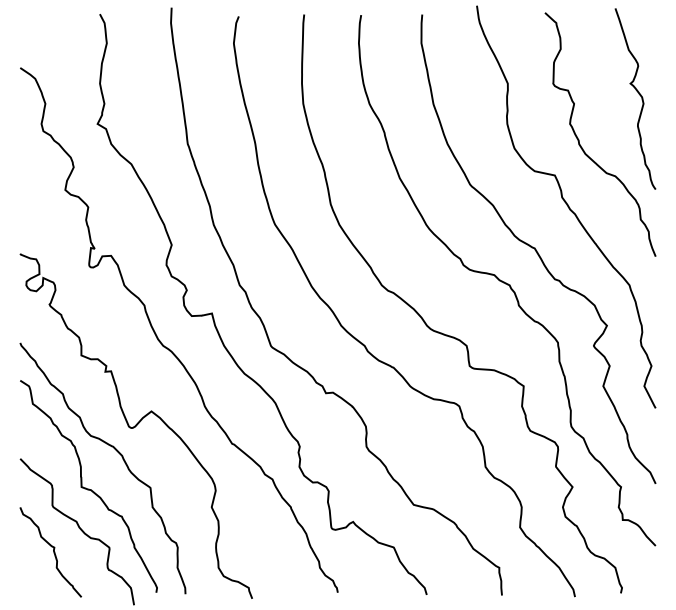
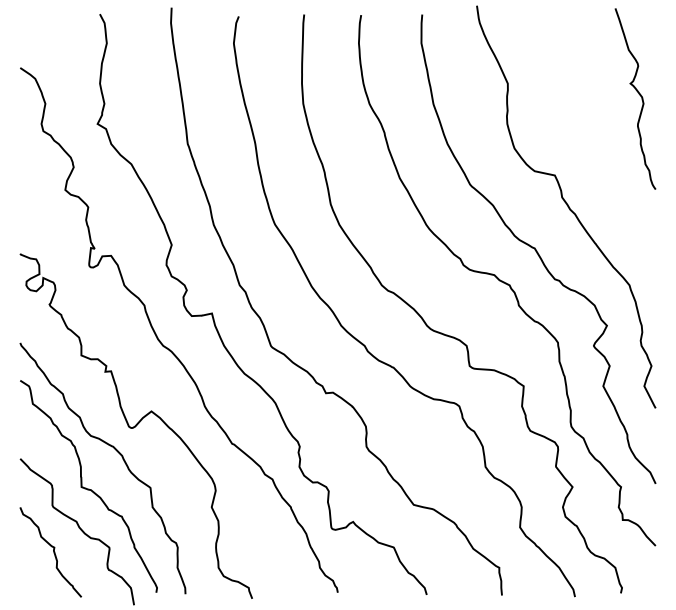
curve at (579, 139): present -> none
